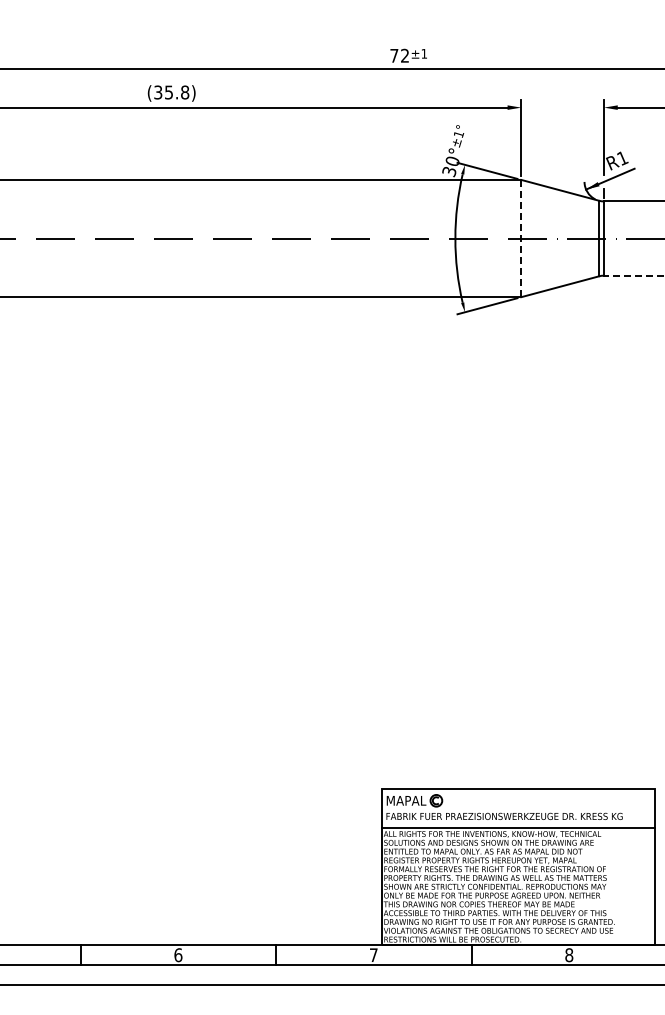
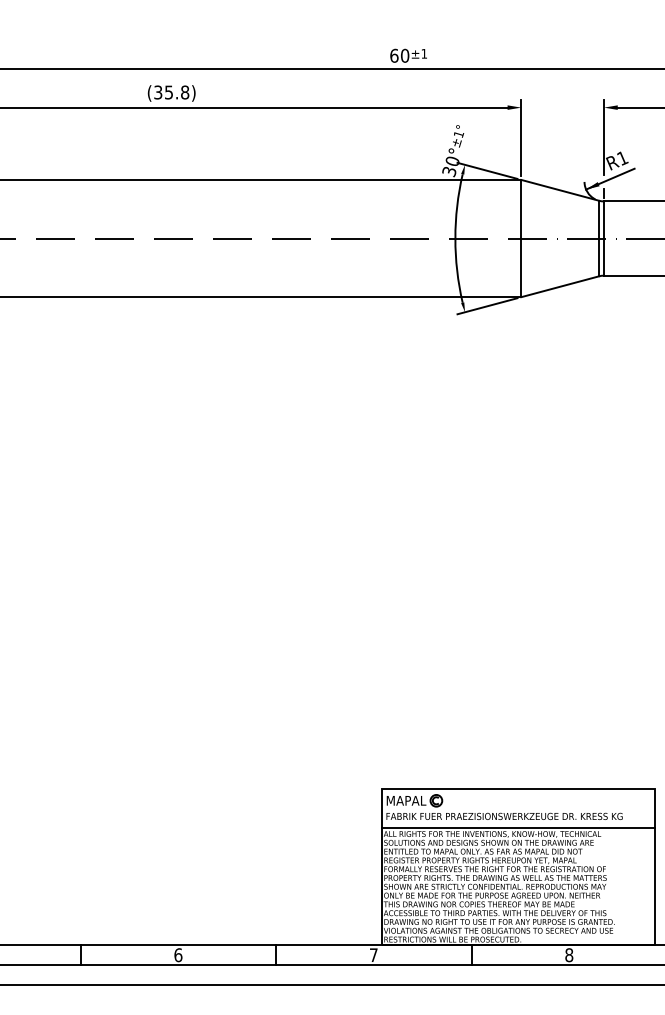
text at (399, 55): 72 -> 60
line at (521, 238): dashed -> solid
line at (633, 275): dashed -> solid
